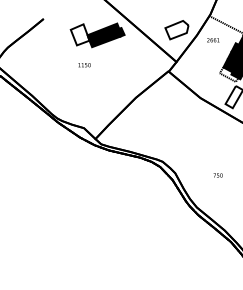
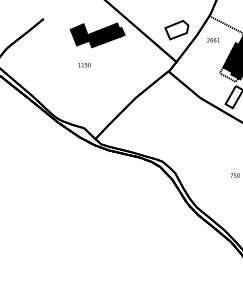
fill at (79, 34): none -> present
text at (217, 175) position: (217, 175) -> (234, 175)
